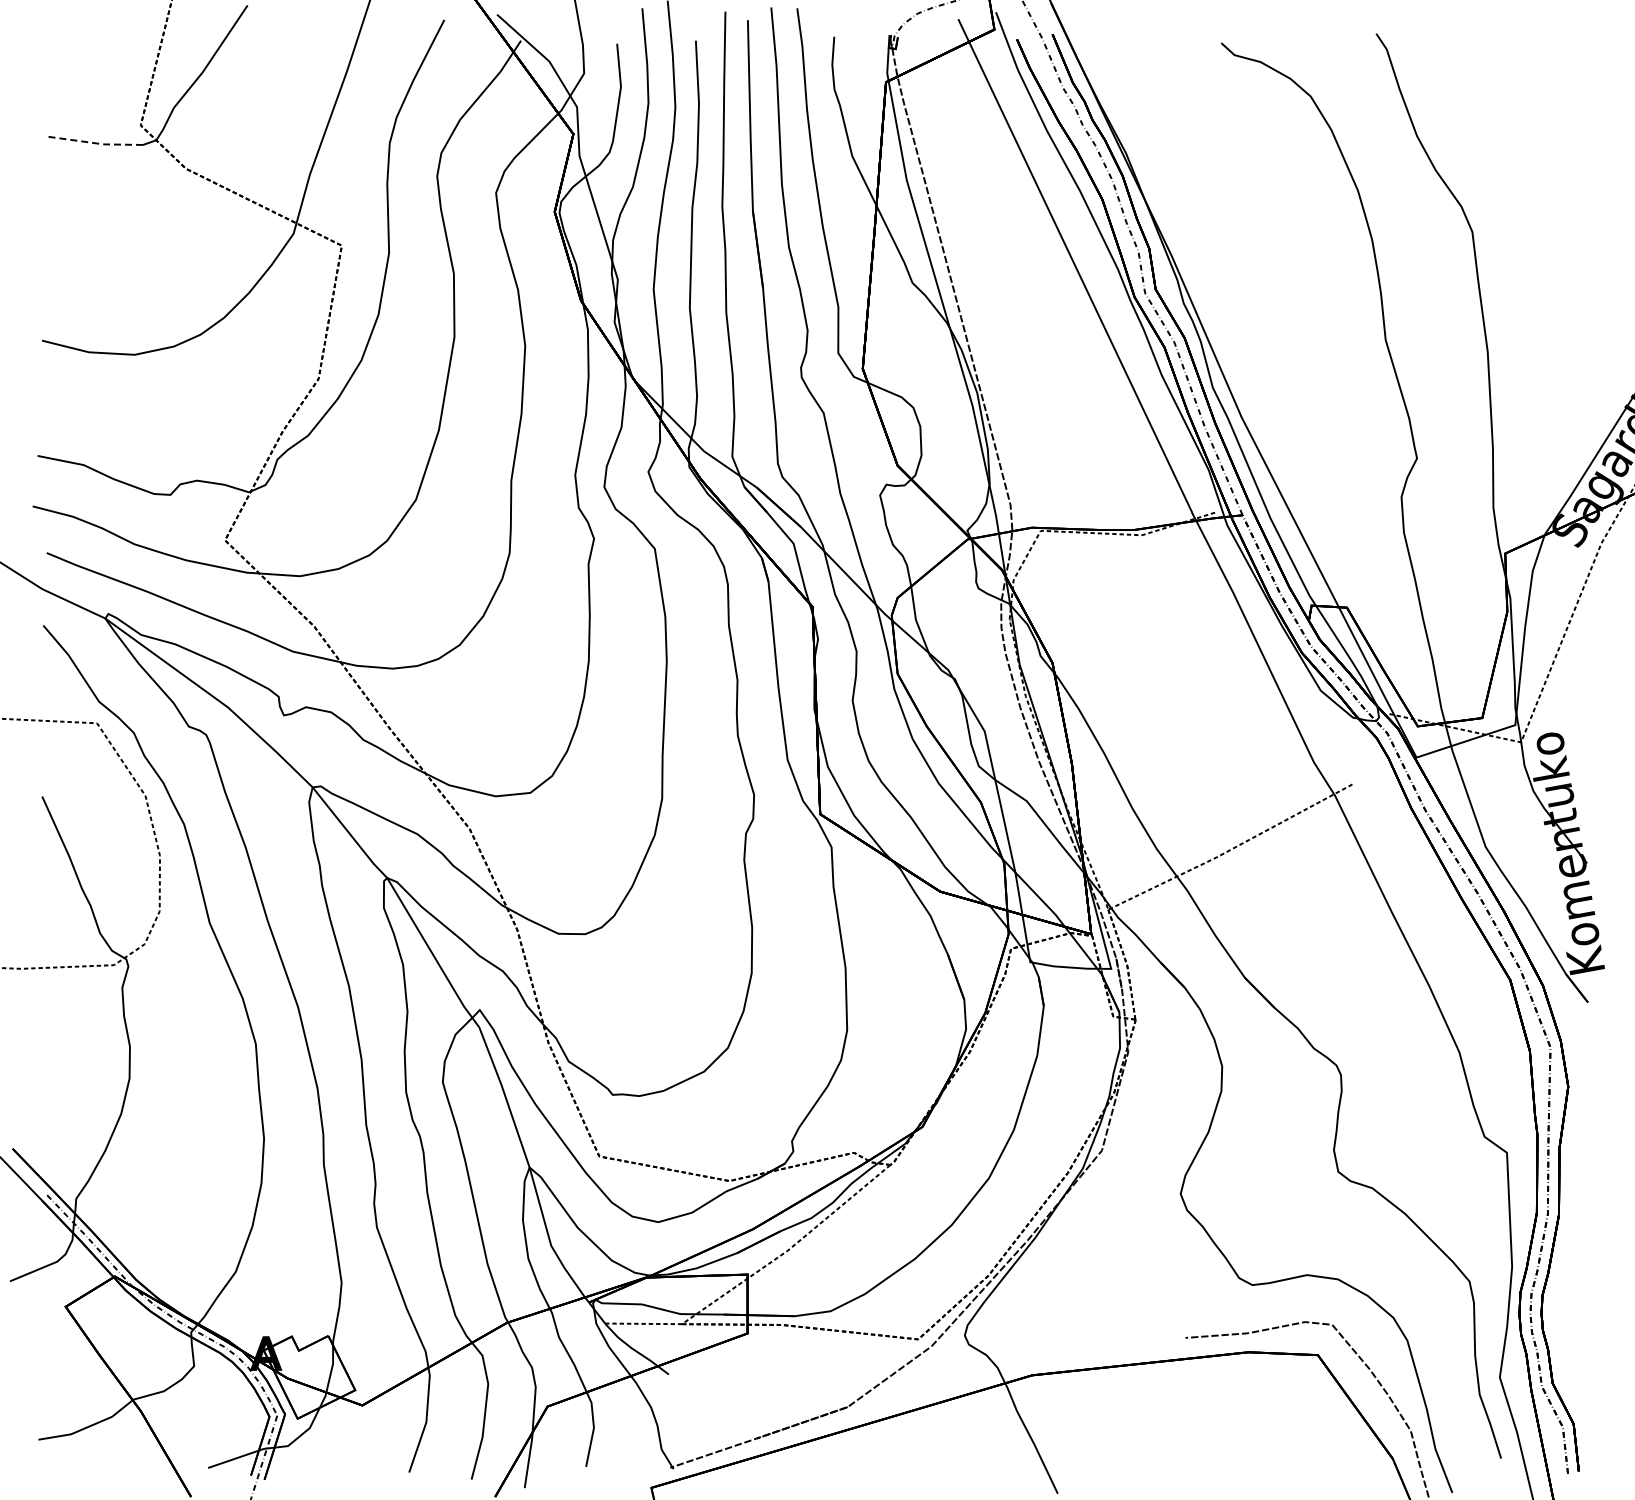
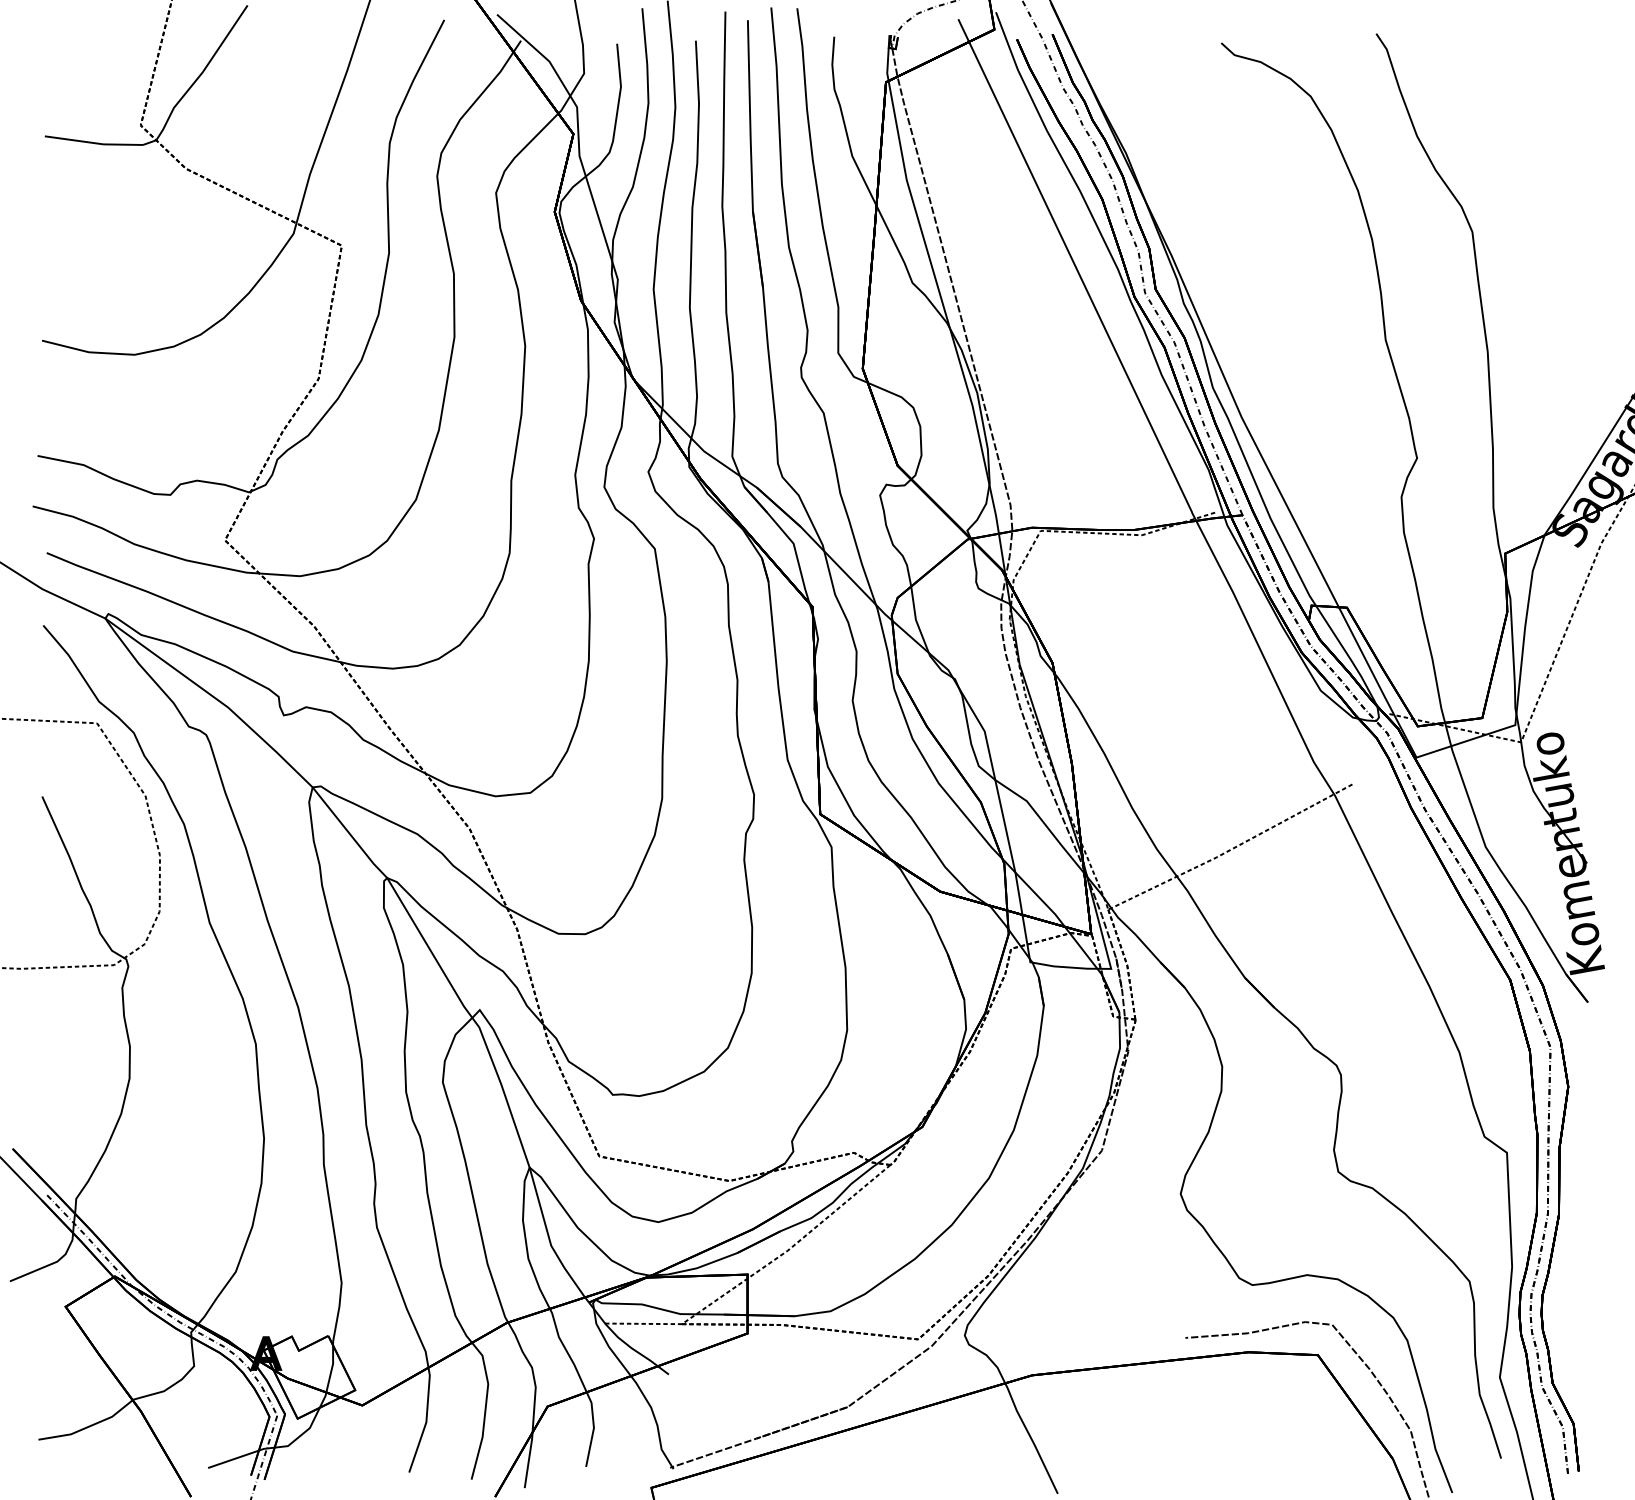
line at (93, 143): dashed -> solid
